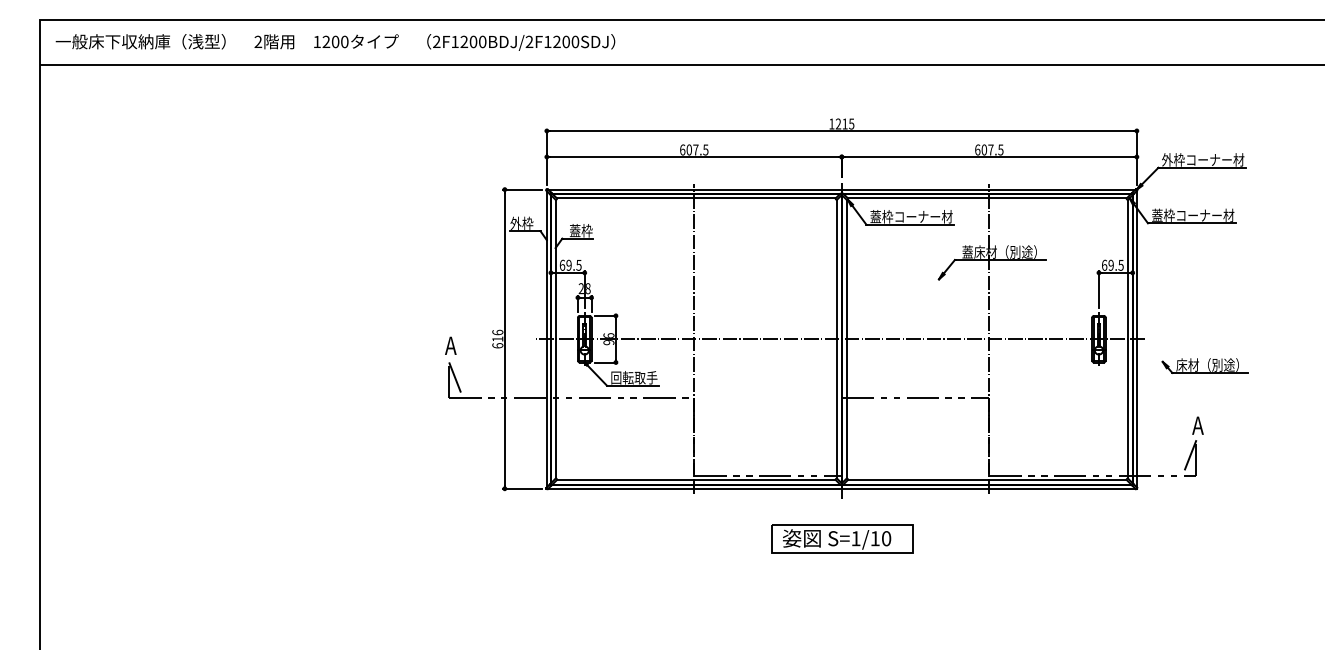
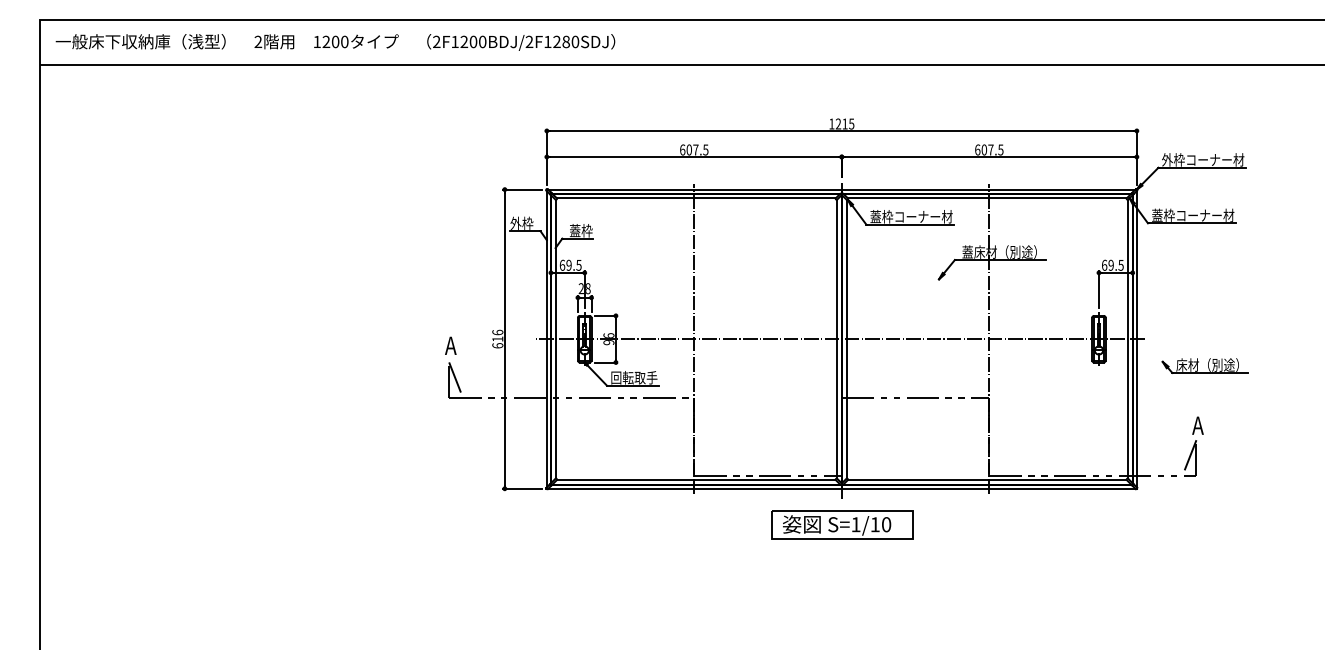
text at (565, 41): 2F1200BDJ/2F1200SDJ -> 2F1200BDJ/2F1280SDJ
part at (842, 538) position: (842, 538) -> (842, 524)
